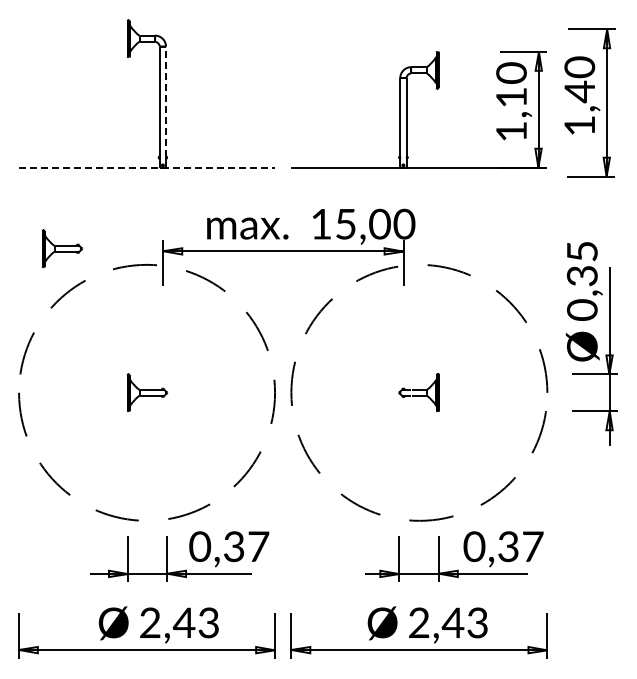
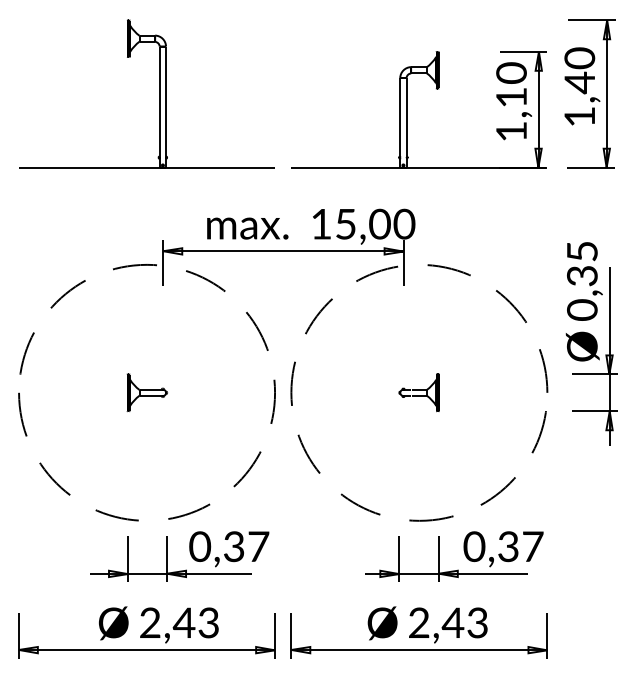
line at (166, 101): dashed -> solid
part at (589, 102) position: (589, 102) -> (589, 93)
line at (147, 167): dashed -> solid
part at (61, 248): present -> none
